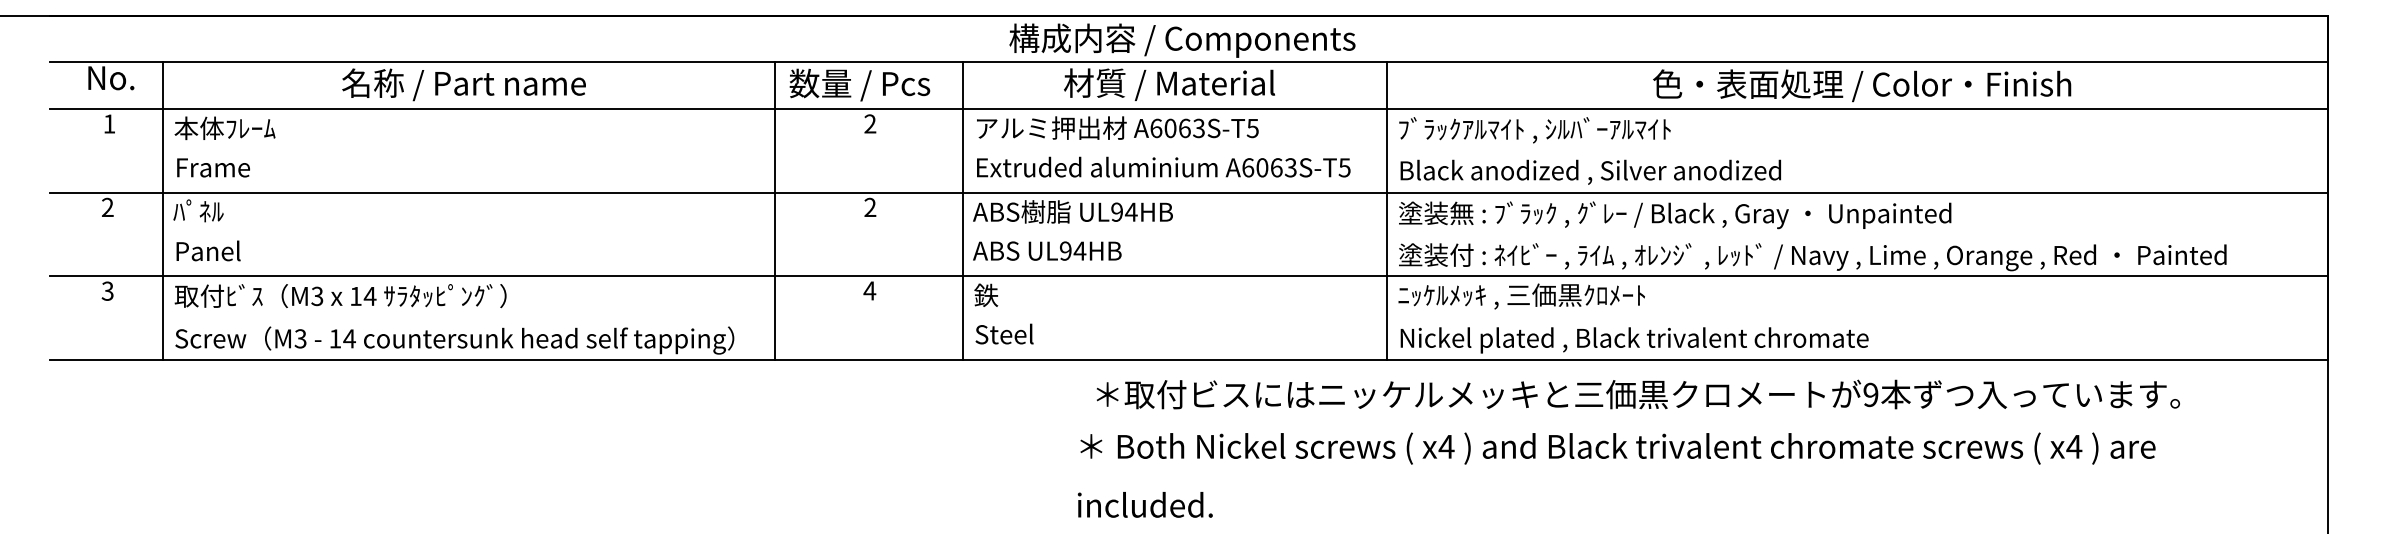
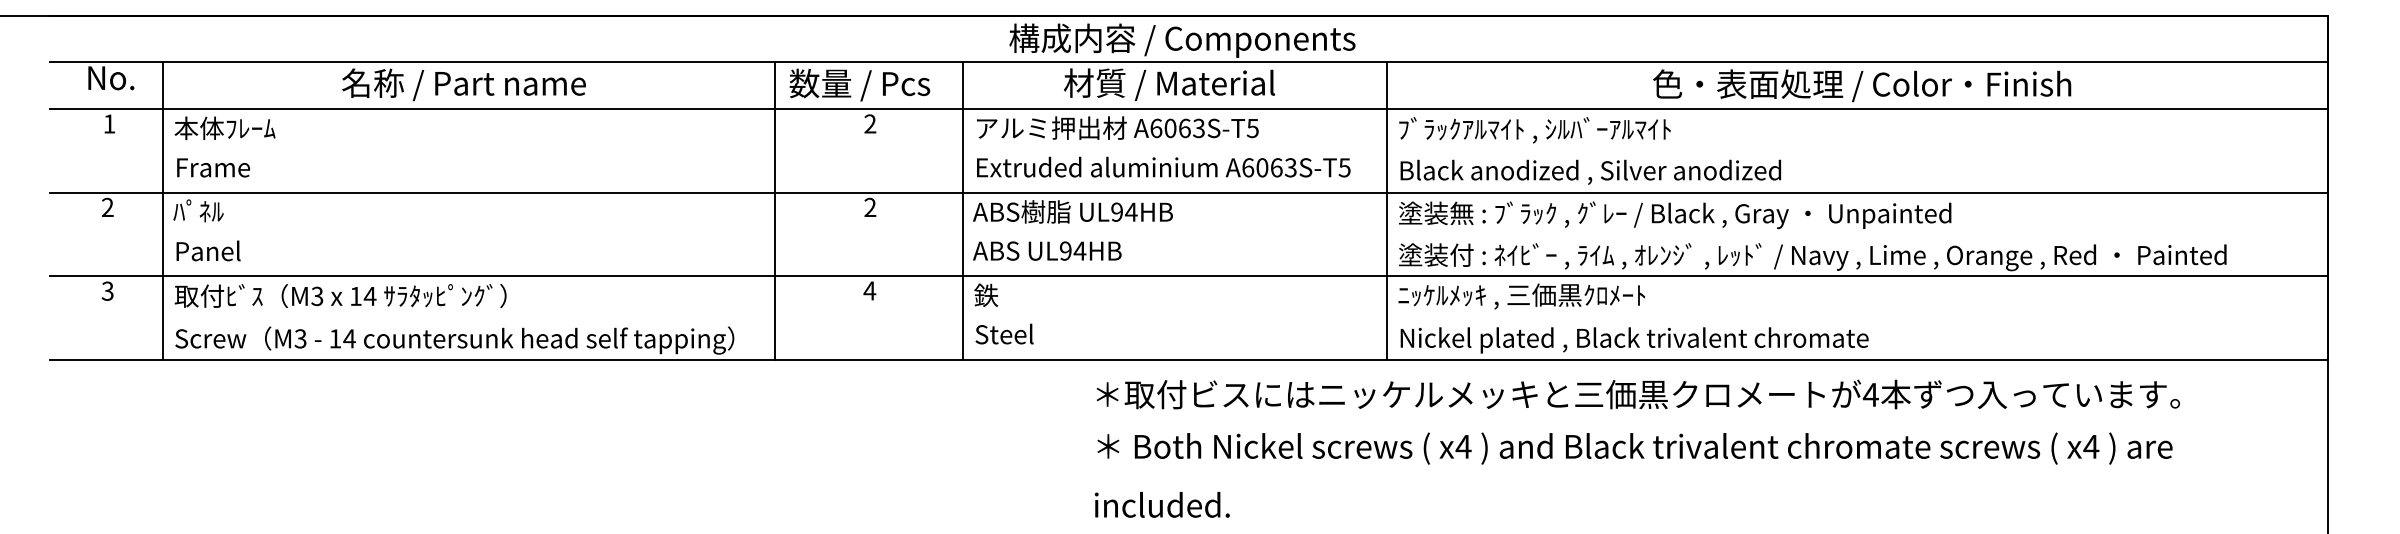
text at (1870, 394): 9 -> 4
text at (1616, 474) position: (1616, 474) -> (1633, 474)
